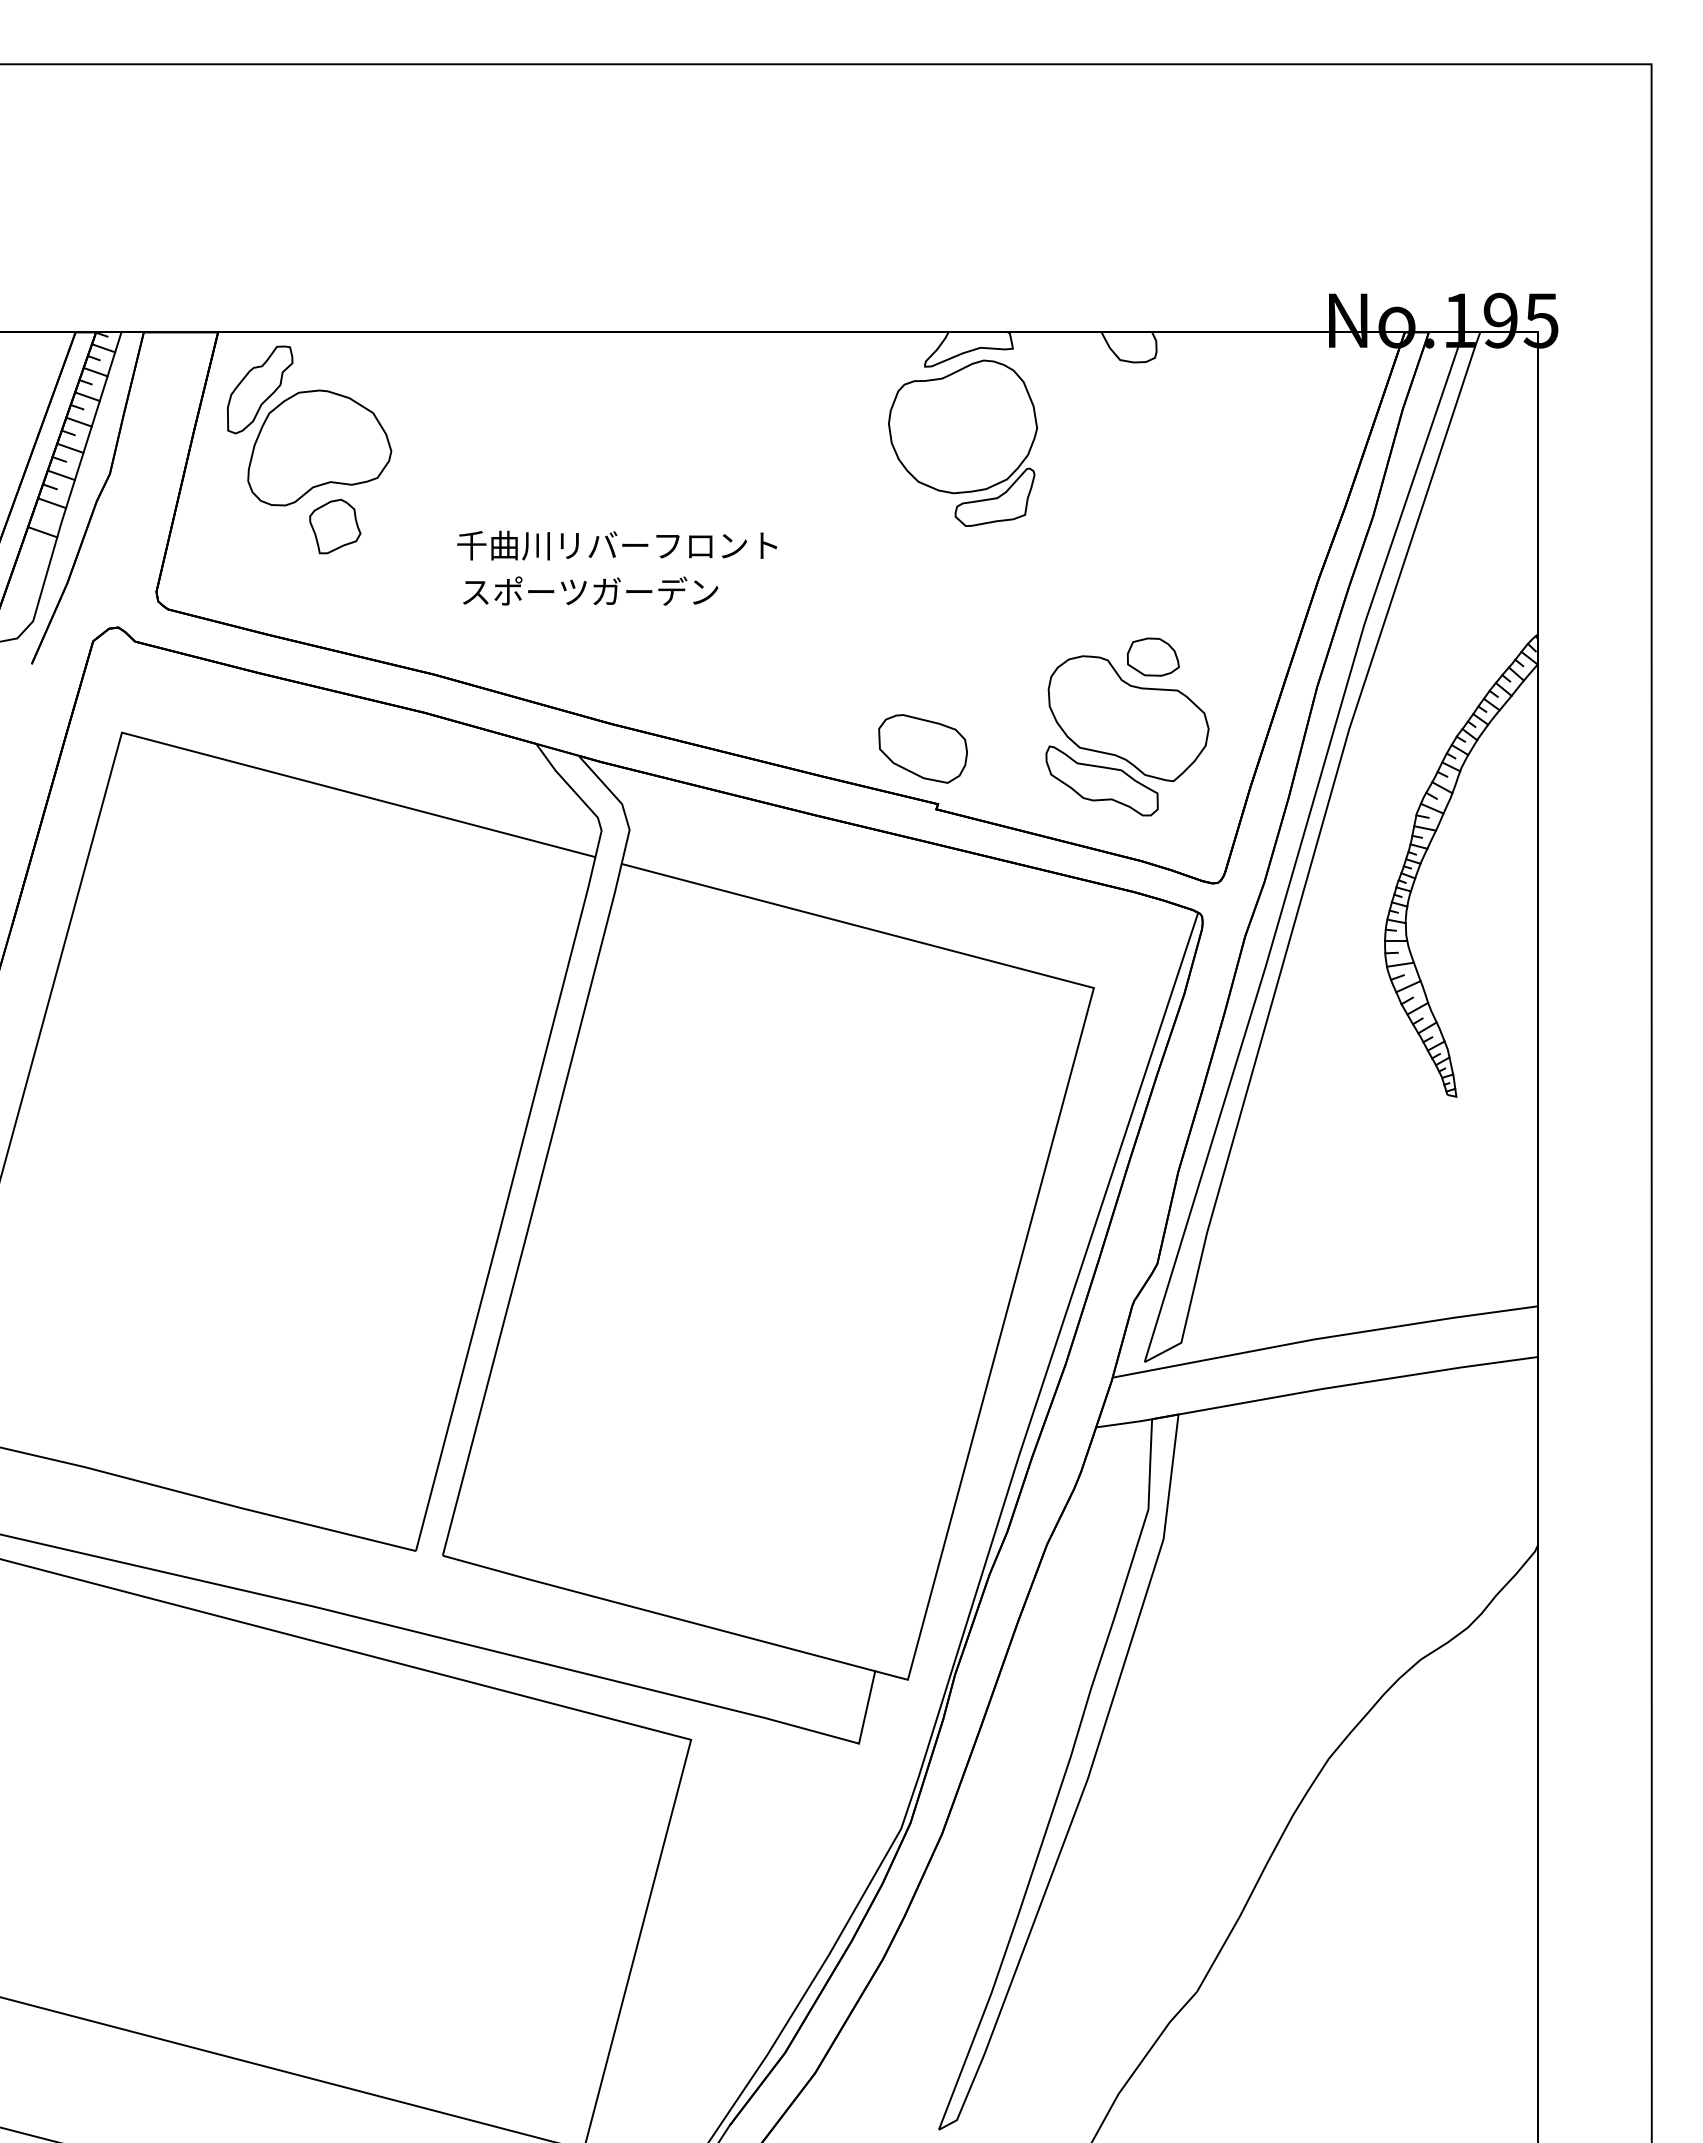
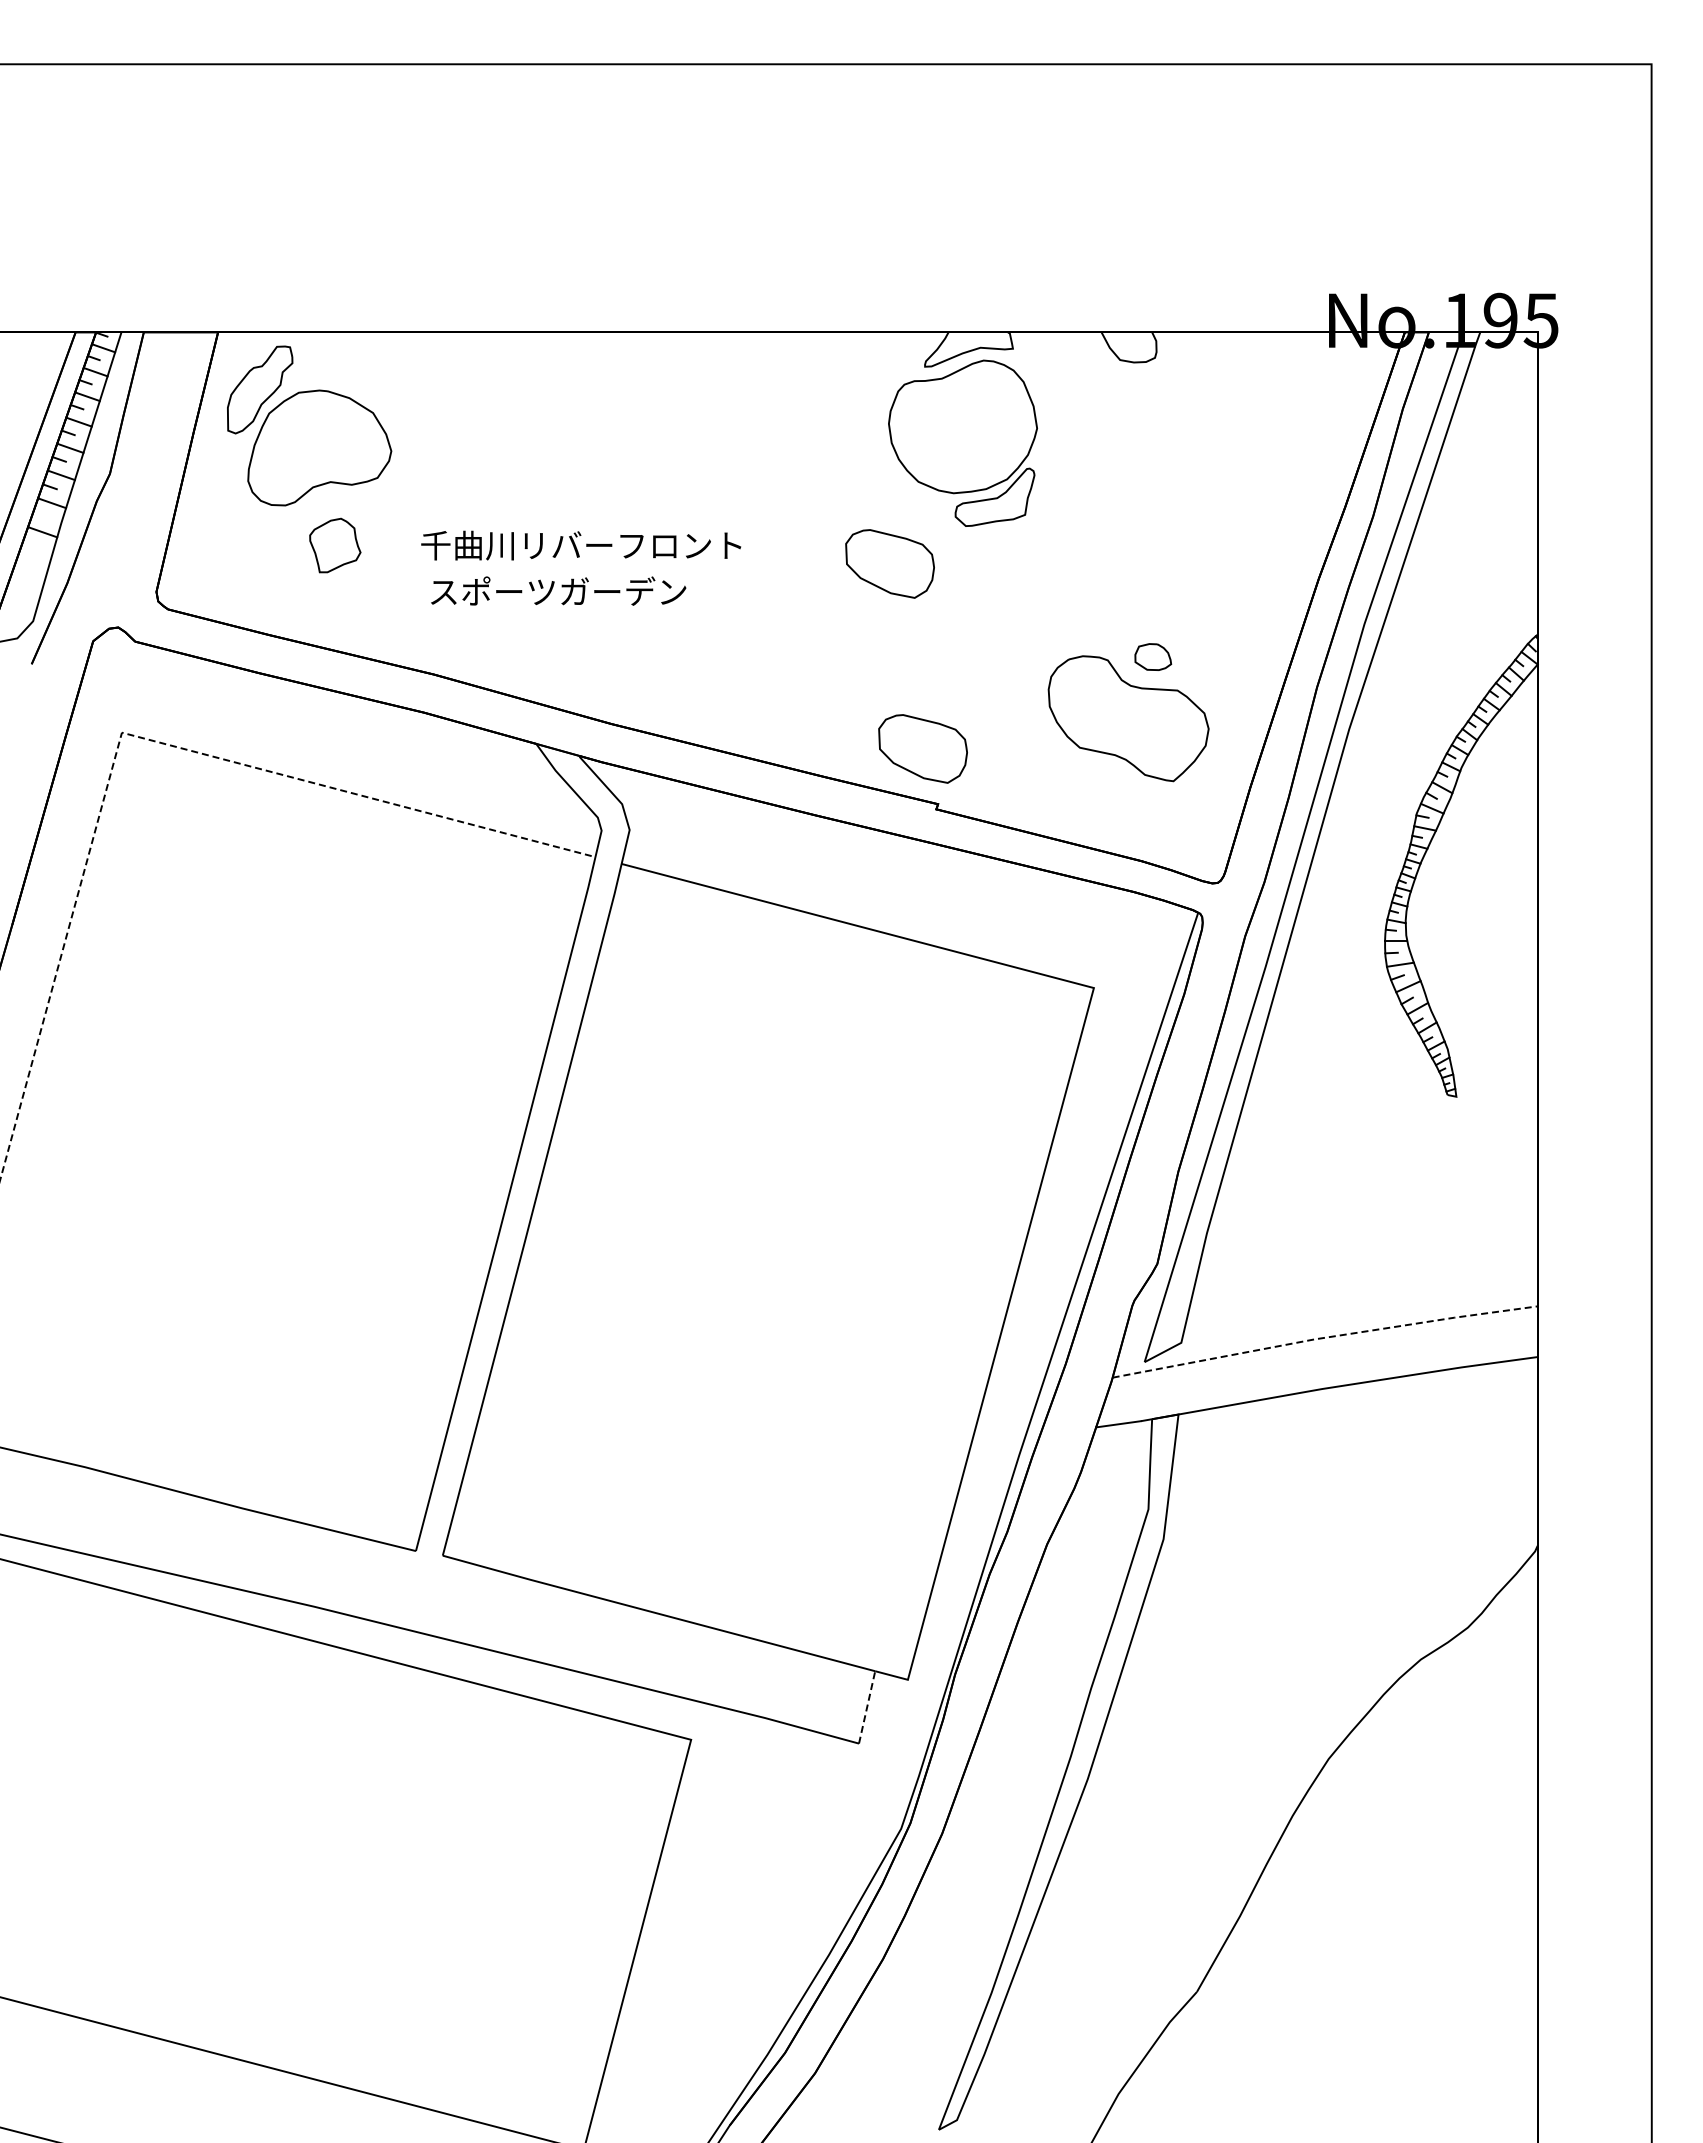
part at (335, 526) position: (335, 526) -> (335, 545)
text at (617, 545) position: (617, 545) -> (581, 545)
part at (889, 563): none -> present
text at (590, 590) position: (590, 590) -> (558, 590)
part at (1152, 656) size: 54x40 px -> 39x28 px
line at (134, 735): solid -> dashed
part at (1101, 780): present -> none
line at (1324, 1337): solid -> dashed
line at (867, 1706): solid -> dashed
